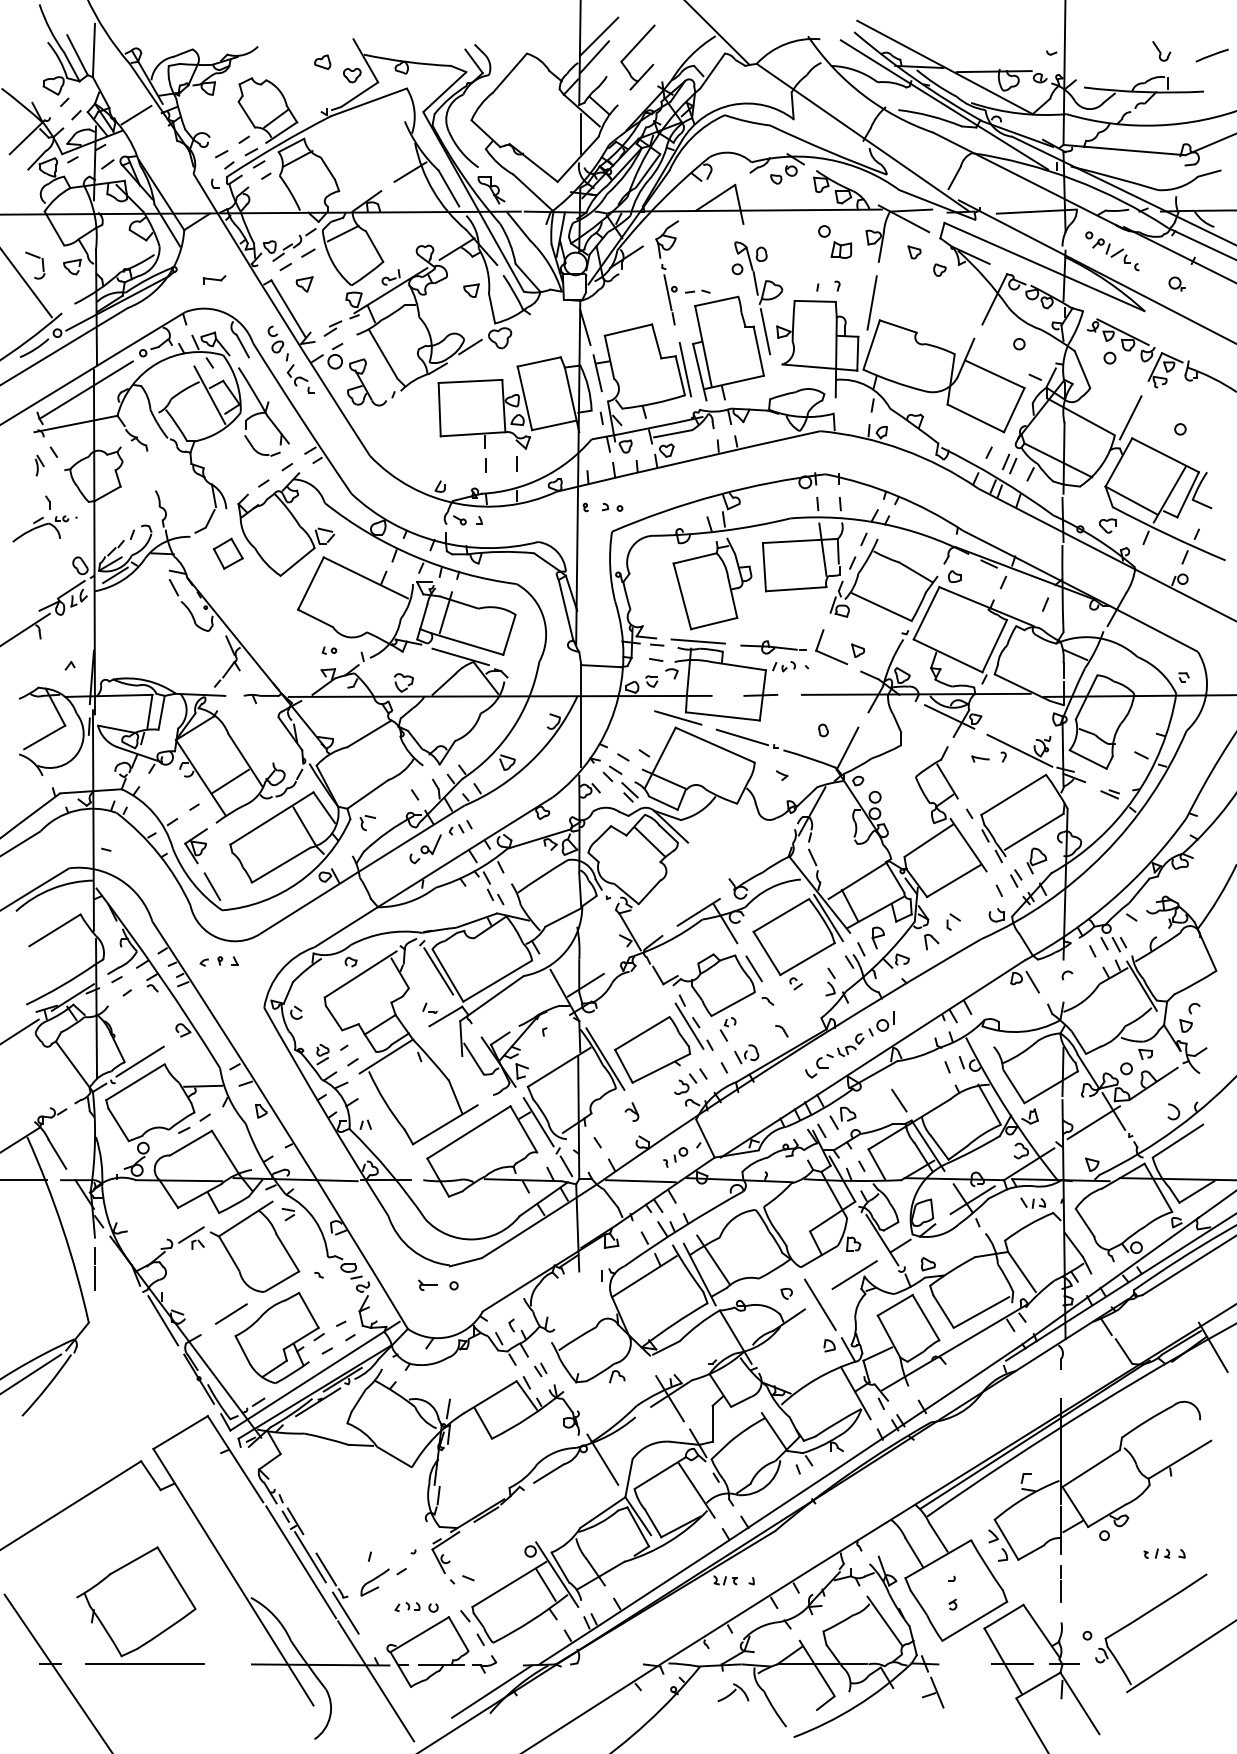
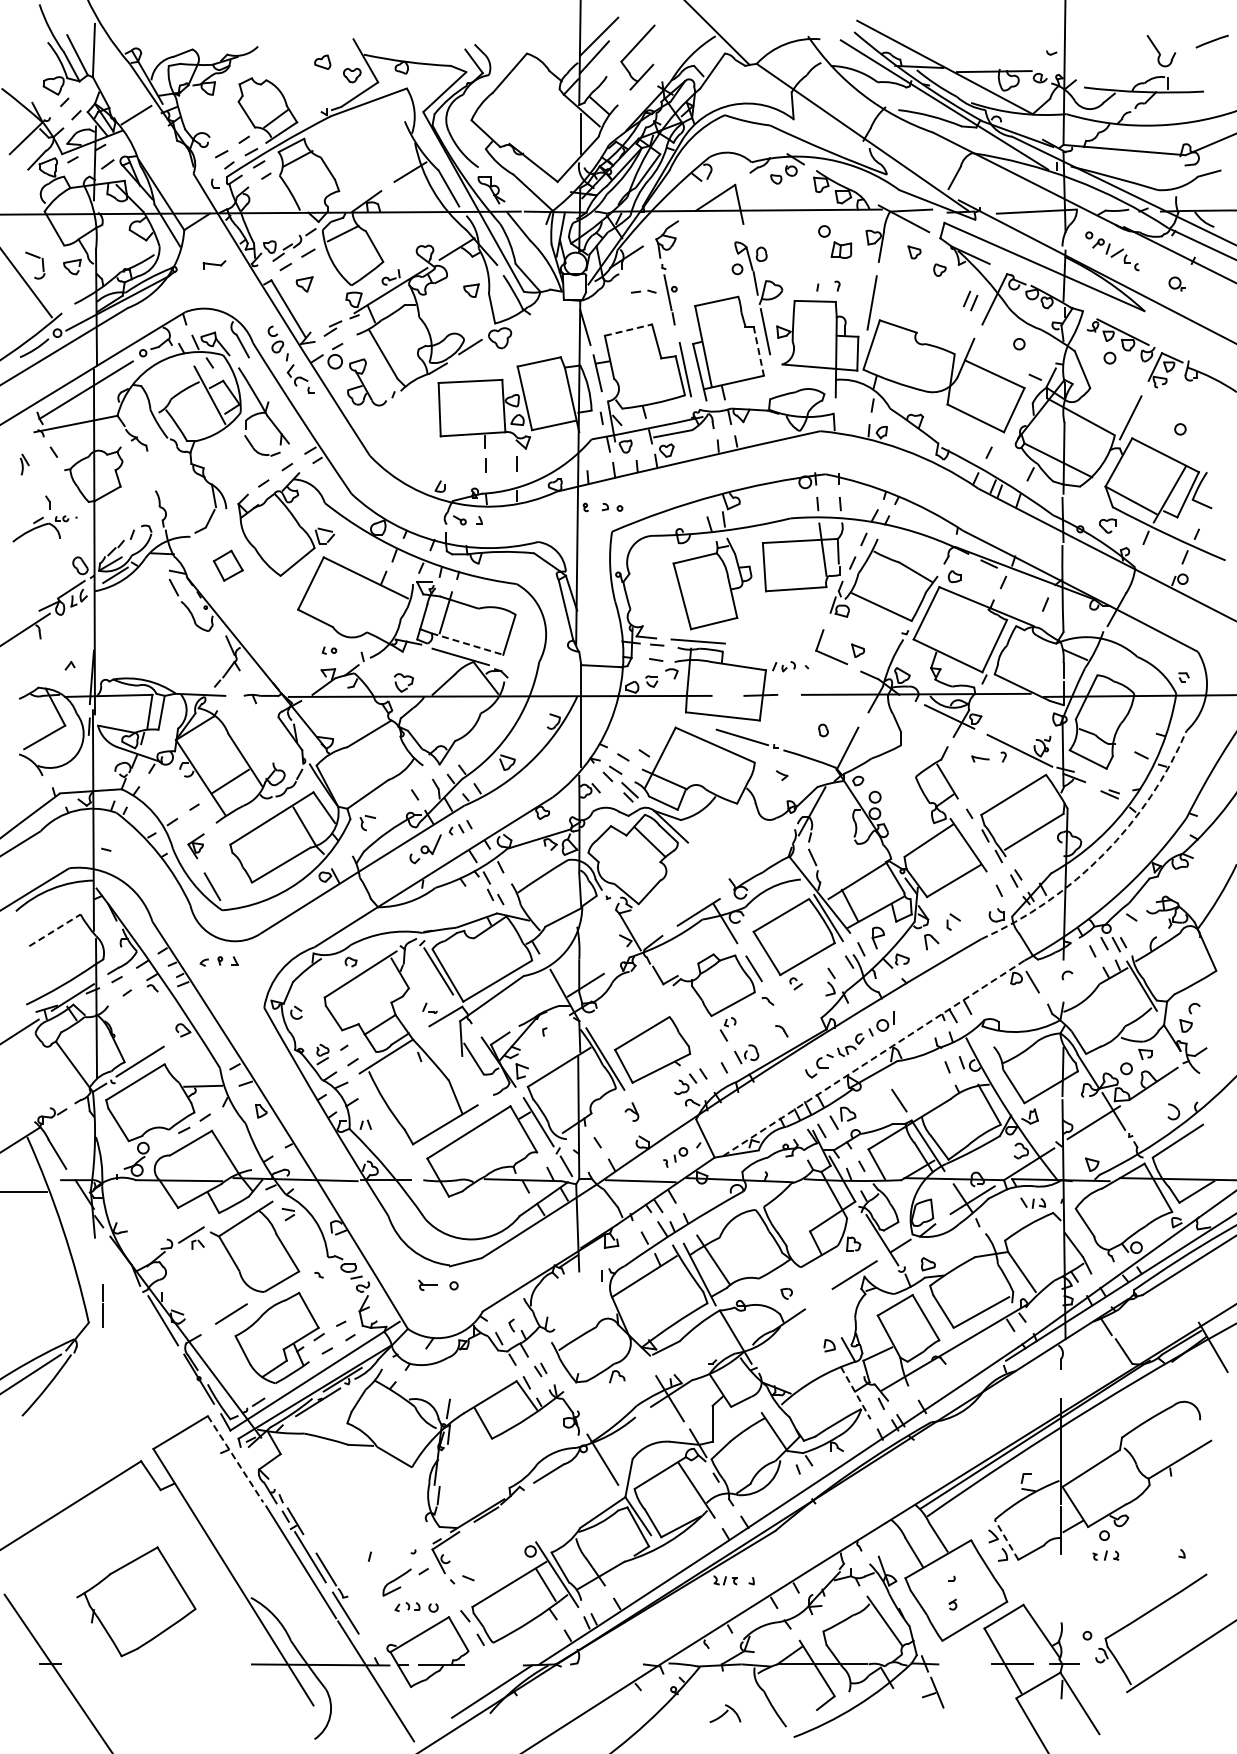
part at (1161, 51) size: 20x21 px -> 31x33 px
line at (1211, 55) position: (1211, 55) -> (1211, 41)
part at (214, 279) position: (214, 279) -> (214, 264)
part at (697, 291) position: (697, 291) -> (643, 291)
line at (628, 330): solid -> dashed
line at (758, 351): solid -> dashed
part at (1009, 463) position: (1009, 463) -> (970, 300)
part at (39, 465) position: (39, 465) -> (24, 464)
part at (227, 553) position: (227, 553) -> (227, 565)
line at (467, 644): solid -> dashed
part at (773, 647): present -> none
line at (678, 717): present -> none
part at (195, 846) size: 24x37 px -> 18x27 px
arc at (1103, 854): solid -> dashed
part at (1036, 860): present -> none
line at (55, 930): solid -> dashed
part at (693, 1022): present -> none
line at (872, 1059): solid -> dashed
line at (24, 1180) position: (24, 1180) -> (24, 1192)
line at (94, 1268) position: (94, 1268) -> (102, 1305)
line at (819, 1304): present -> none
line at (856, 1393): solid -> dashed
line at (235, 1459): solid -> dashed
line at (1006, 1539): solid -> dashed
part at (1156, 1553) position: (1156, 1553) -> (1105, 1555)
line at (1060, 1583): present -> none
part at (378, 1586) position: (378, 1586) -> (400, 1586)
line at (144, 1664): present -> none
part at (484, 1664): present -> none
part at (733, 1692) position: (733, 1692) -> (725, 1713)
